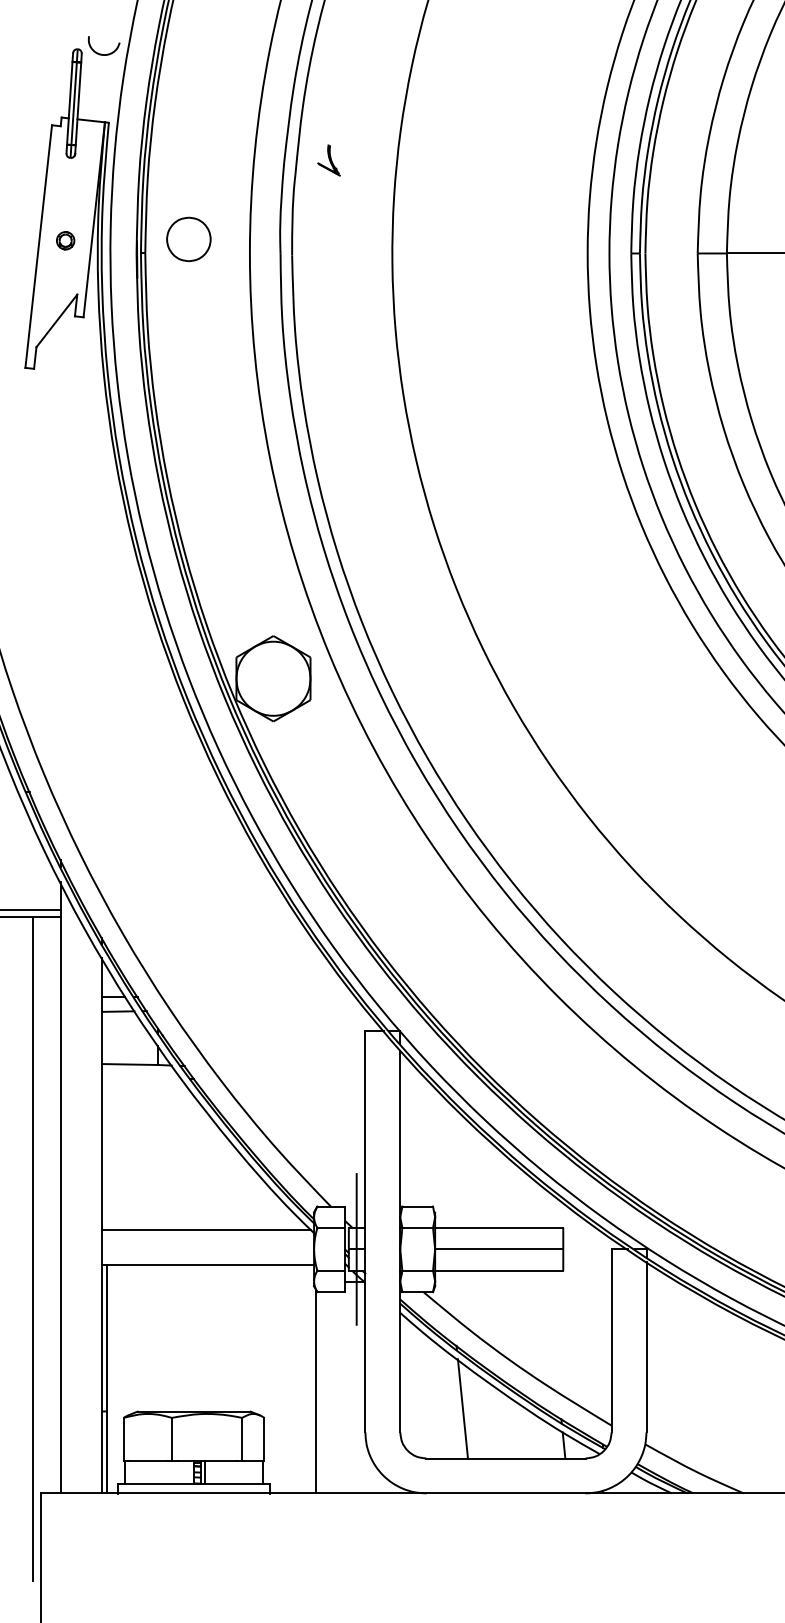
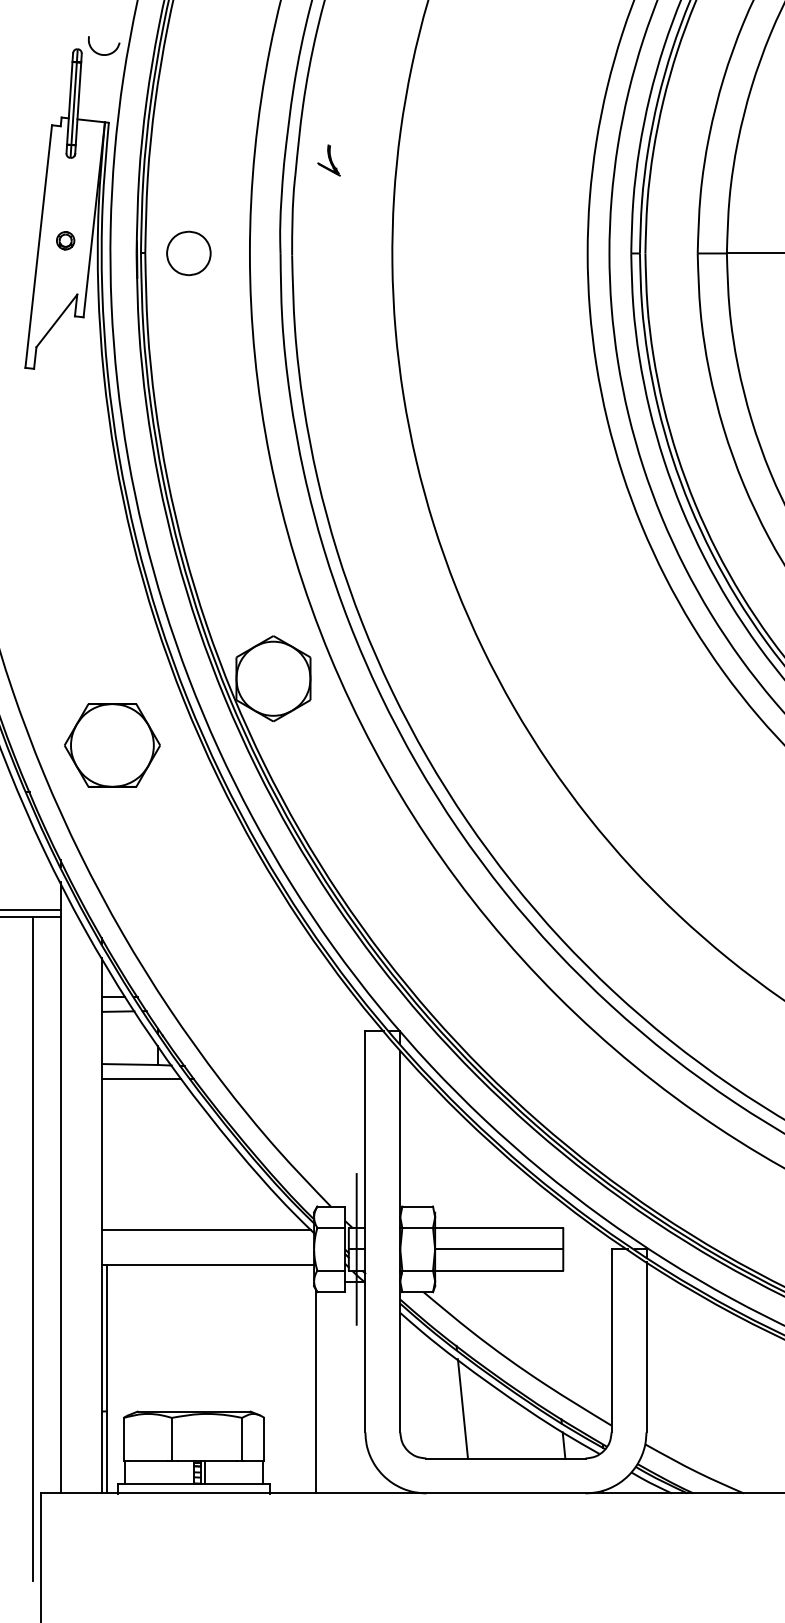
part at (188, 239) position: (188, 239) -> (188, 253)
part at (112, 745): none -> present
line at (141, 1078): none -> present
